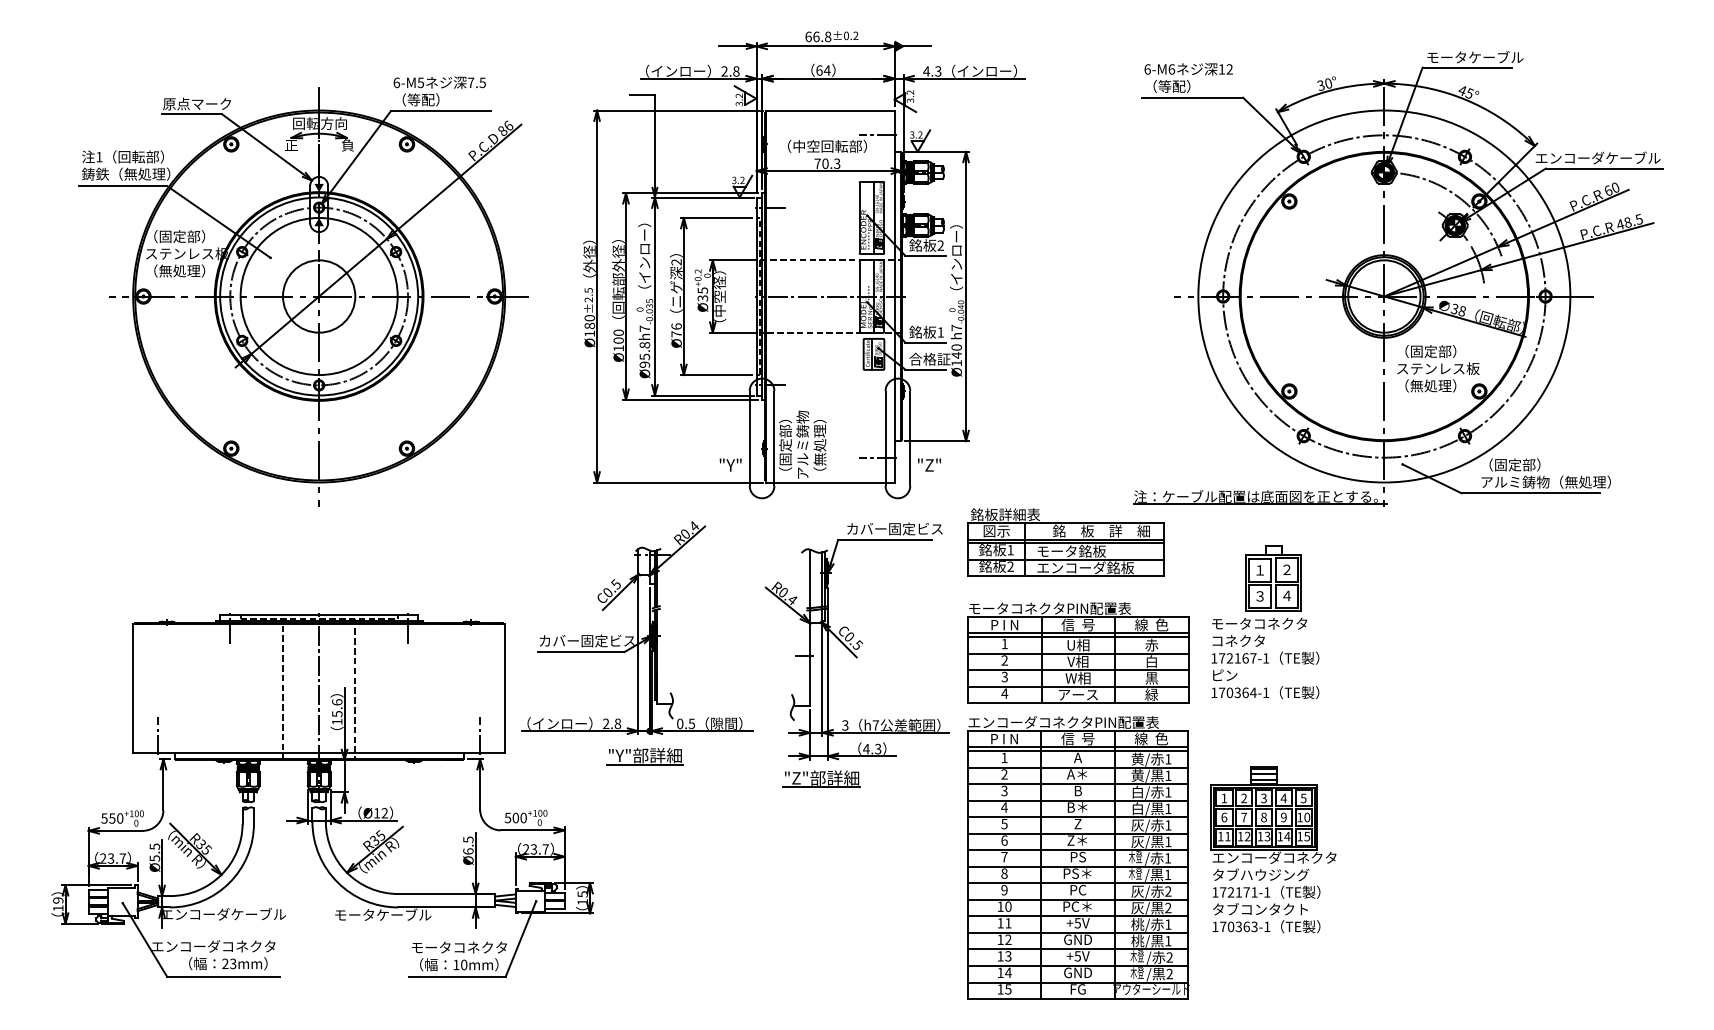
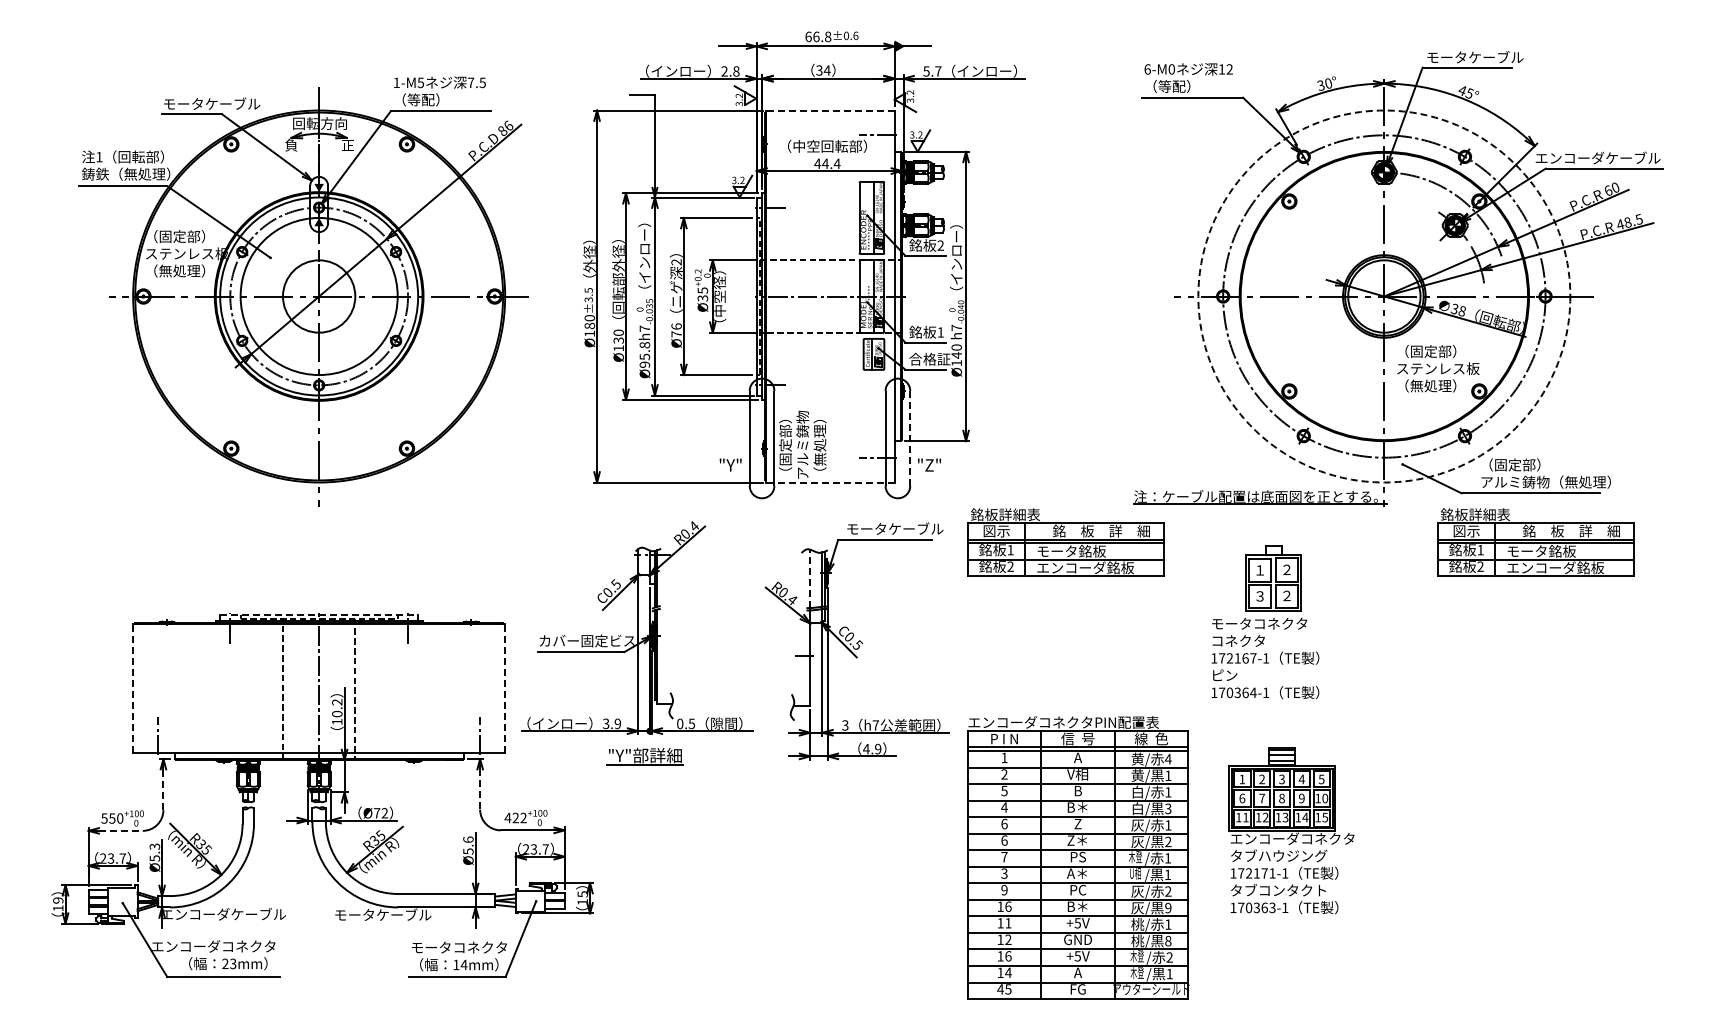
text at (855, 35): ±0.2 -> ±0.6
text at (1171, 69): 6-M6 -> 6-M0
text at (819, 70): 64 -> 34
text at (932, 71): 4.3 -> 5.7
text at (396, 82): 6-M5 -> 1-M5
text at (211, 103): 原点マーク -> モータケーブル
line at (829, 110): solid -> dashed
text at (291, 144): 正 -> 負
text at (347, 145): 負 -> 正
text at (827, 163): 70.3 -> 44.4
circle at (1384, 296): solid -> dashed
text at (588, 299): ±2.5 -> ±3.5
text at (618, 340): Ø100 -> Ø130
line at (910, 438): solid -> dashed
line at (829, 482): solid -> dashed
text at (895, 528): カバー固定ビス -> モータケーブル
part at (1535, 542): none -> present
line at (810, 578): solid -> dashed
text at (1286, 595): ４ -> ２
line at (319, 614): solid -> dashed
part at (1078, 652): present -> none
line at (133, 688): solid -> dashed
line at (505, 688): solid -> dashed
text at (337, 708): 15.6 -> 10.2
text at (612, 723): 2.8 -> 3.9
text at (878, 749): 4.3 -> 4.9
text at (1167, 759): 1 -> 4
text at (1077, 774): A＊ -> V相
part at (821, 778): present -> none
line at (163, 790): solid -> dashed
line at (480, 790): solid -> dashed
text at (1004, 790): 3 -> 5
text at (1168, 808): 1 -> 3
text at (377, 813): Ø12 -> Ø72
text at (515, 817): 500 -> 422
text at (1004, 823): 5 -> 6
line at (120, 830): solid -> dashed
text at (1168, 841): 1 -> 2
text at (468, 845): Ø6.5 -> Ø5.6
text at (154, 846): Ø5.5 -> Ø5.3
part at (1273, 849) position: (1273, 849) -> (1291, 830)
text at (1004, 873): 8 -> 3
text at (1077, 873): PS＊ -> A＊
text at (1135, 873): 木登 -> U相
text at (1008, 906): 10 -> 16
text at (1077, 906): PC＊ -> B＊
text at (1168, 908): 2 -> 9
text at (1168, 940): 1 -> 8
text at (1008, 956): 13 -> 16
text at (463, 964): 10mm -> 14mm
text at (1077, 972): GND -> A
text at (1169, 973): 2 -> 1
text at (1000, 989): 15 -> 45
